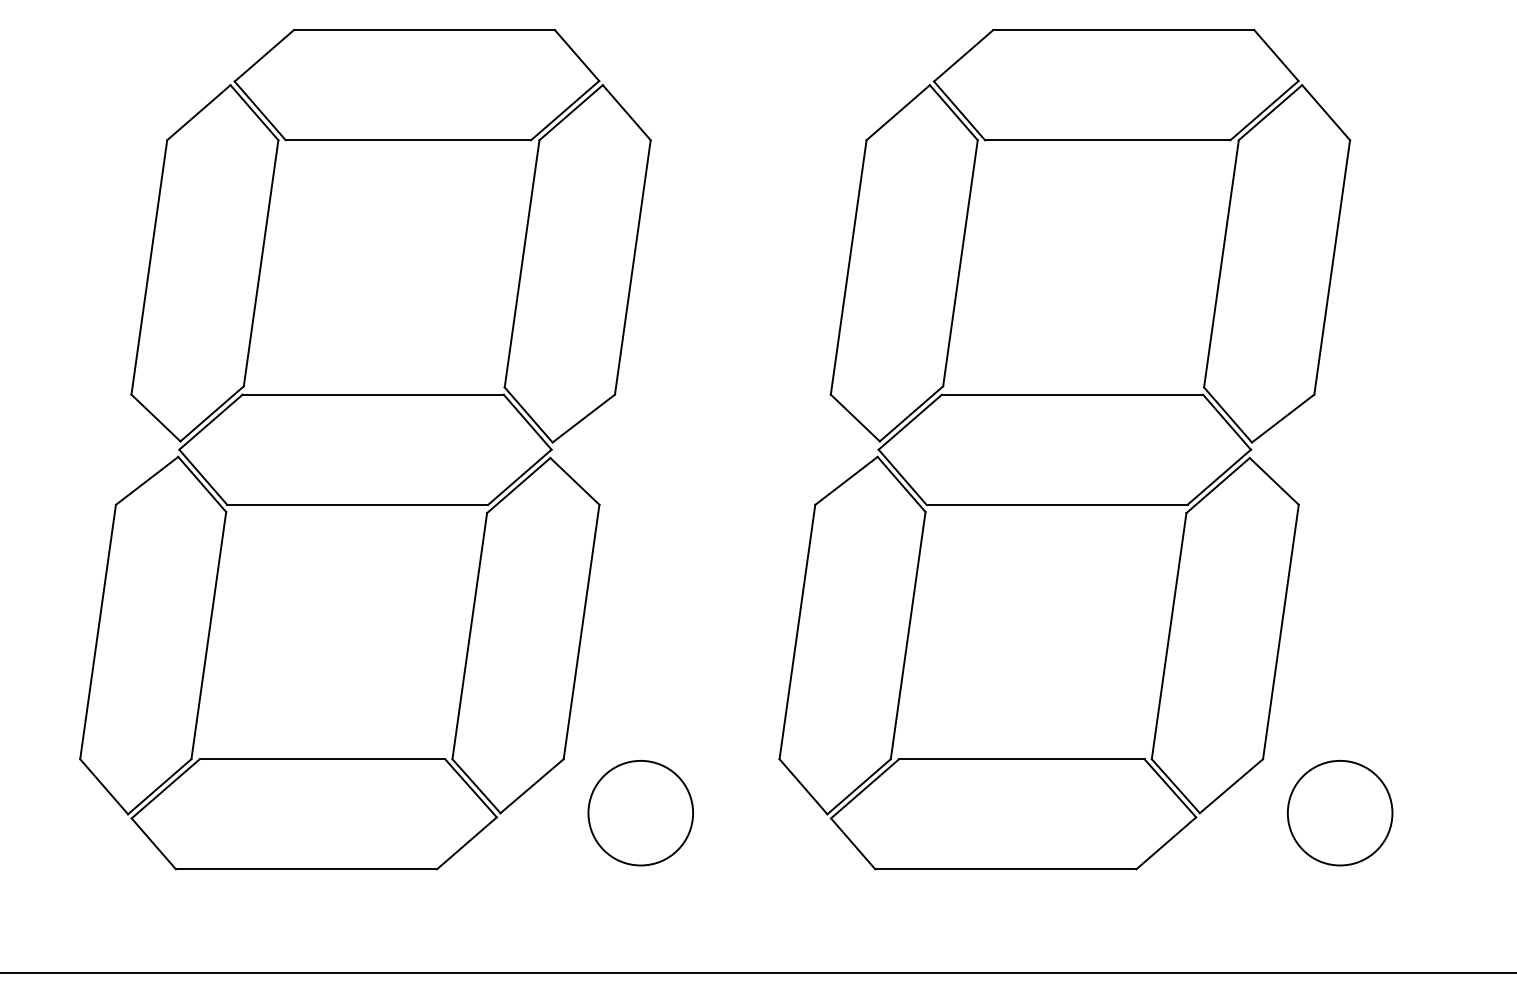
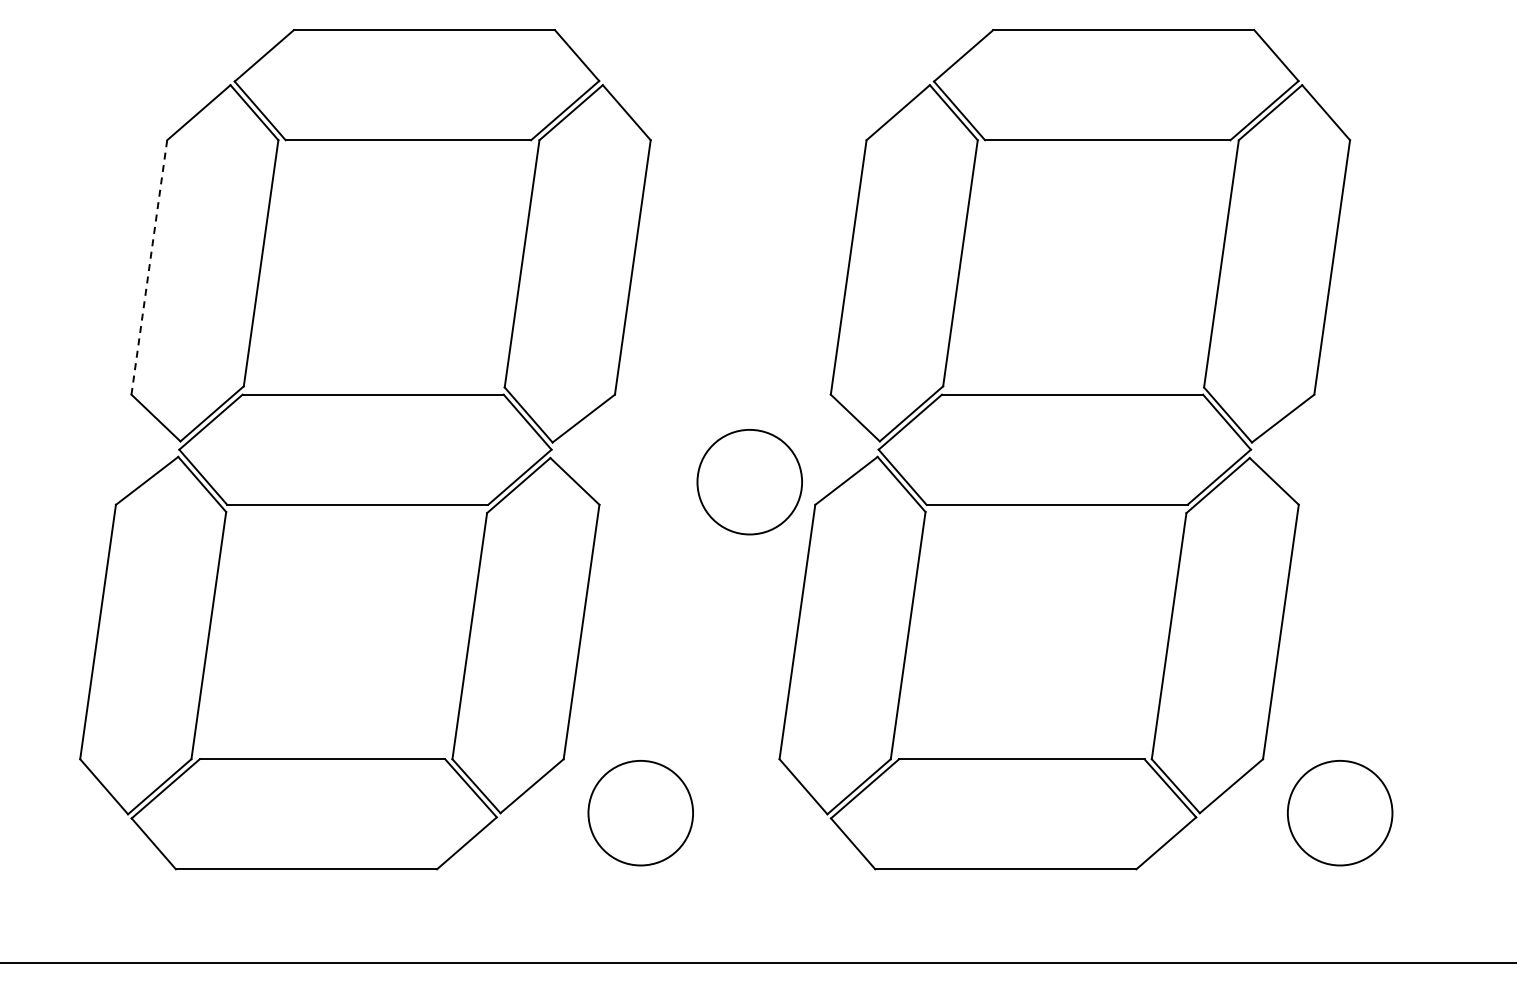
line at (149, 267): solid -> dashed
circle at (749, 482): none -> present
line at (757, 972) position: (757, 972) -> (757, 962)
